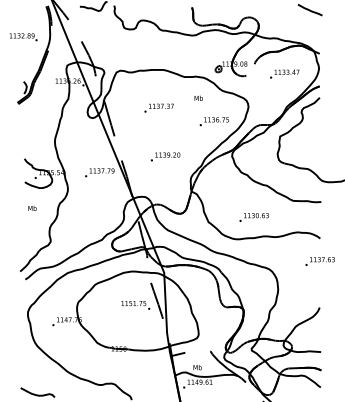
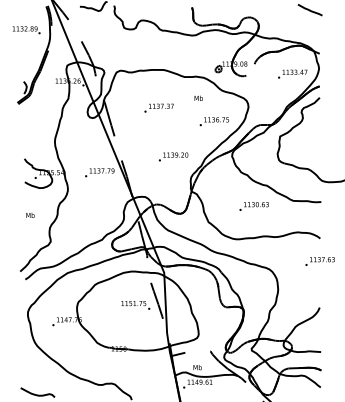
text at (23, 37) position: (23, 37) -> (26, 30)
text at (284, 73) position: (284, 73) -> (292, 73)
text at (165, 156) position: (165, 156) -> (173, 156)
text at (32, 208) position: (32, 208) -> (30, 215)
text at (253, 217) position: (253, 217) -> (253, 206)
